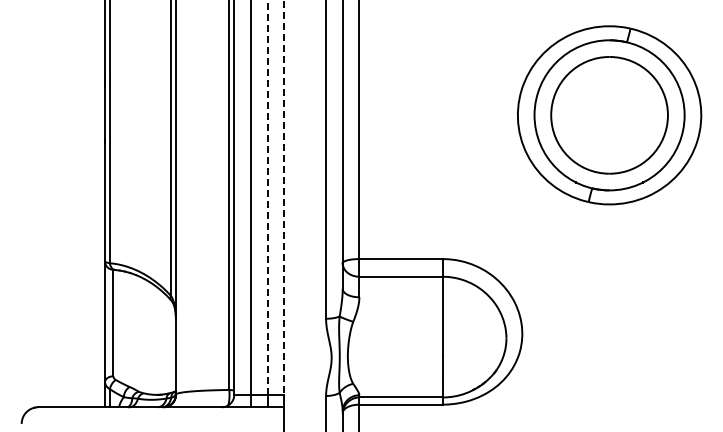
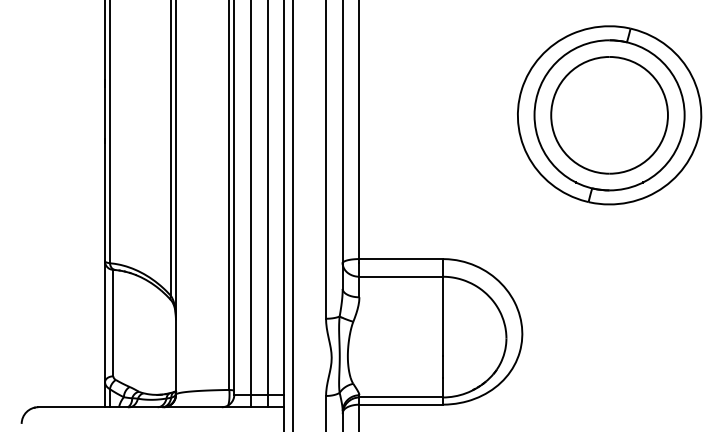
line at (267, 197): dashed -> solid
line at (284, 197): dashed -> solid
line at (292, 215): none -> present
